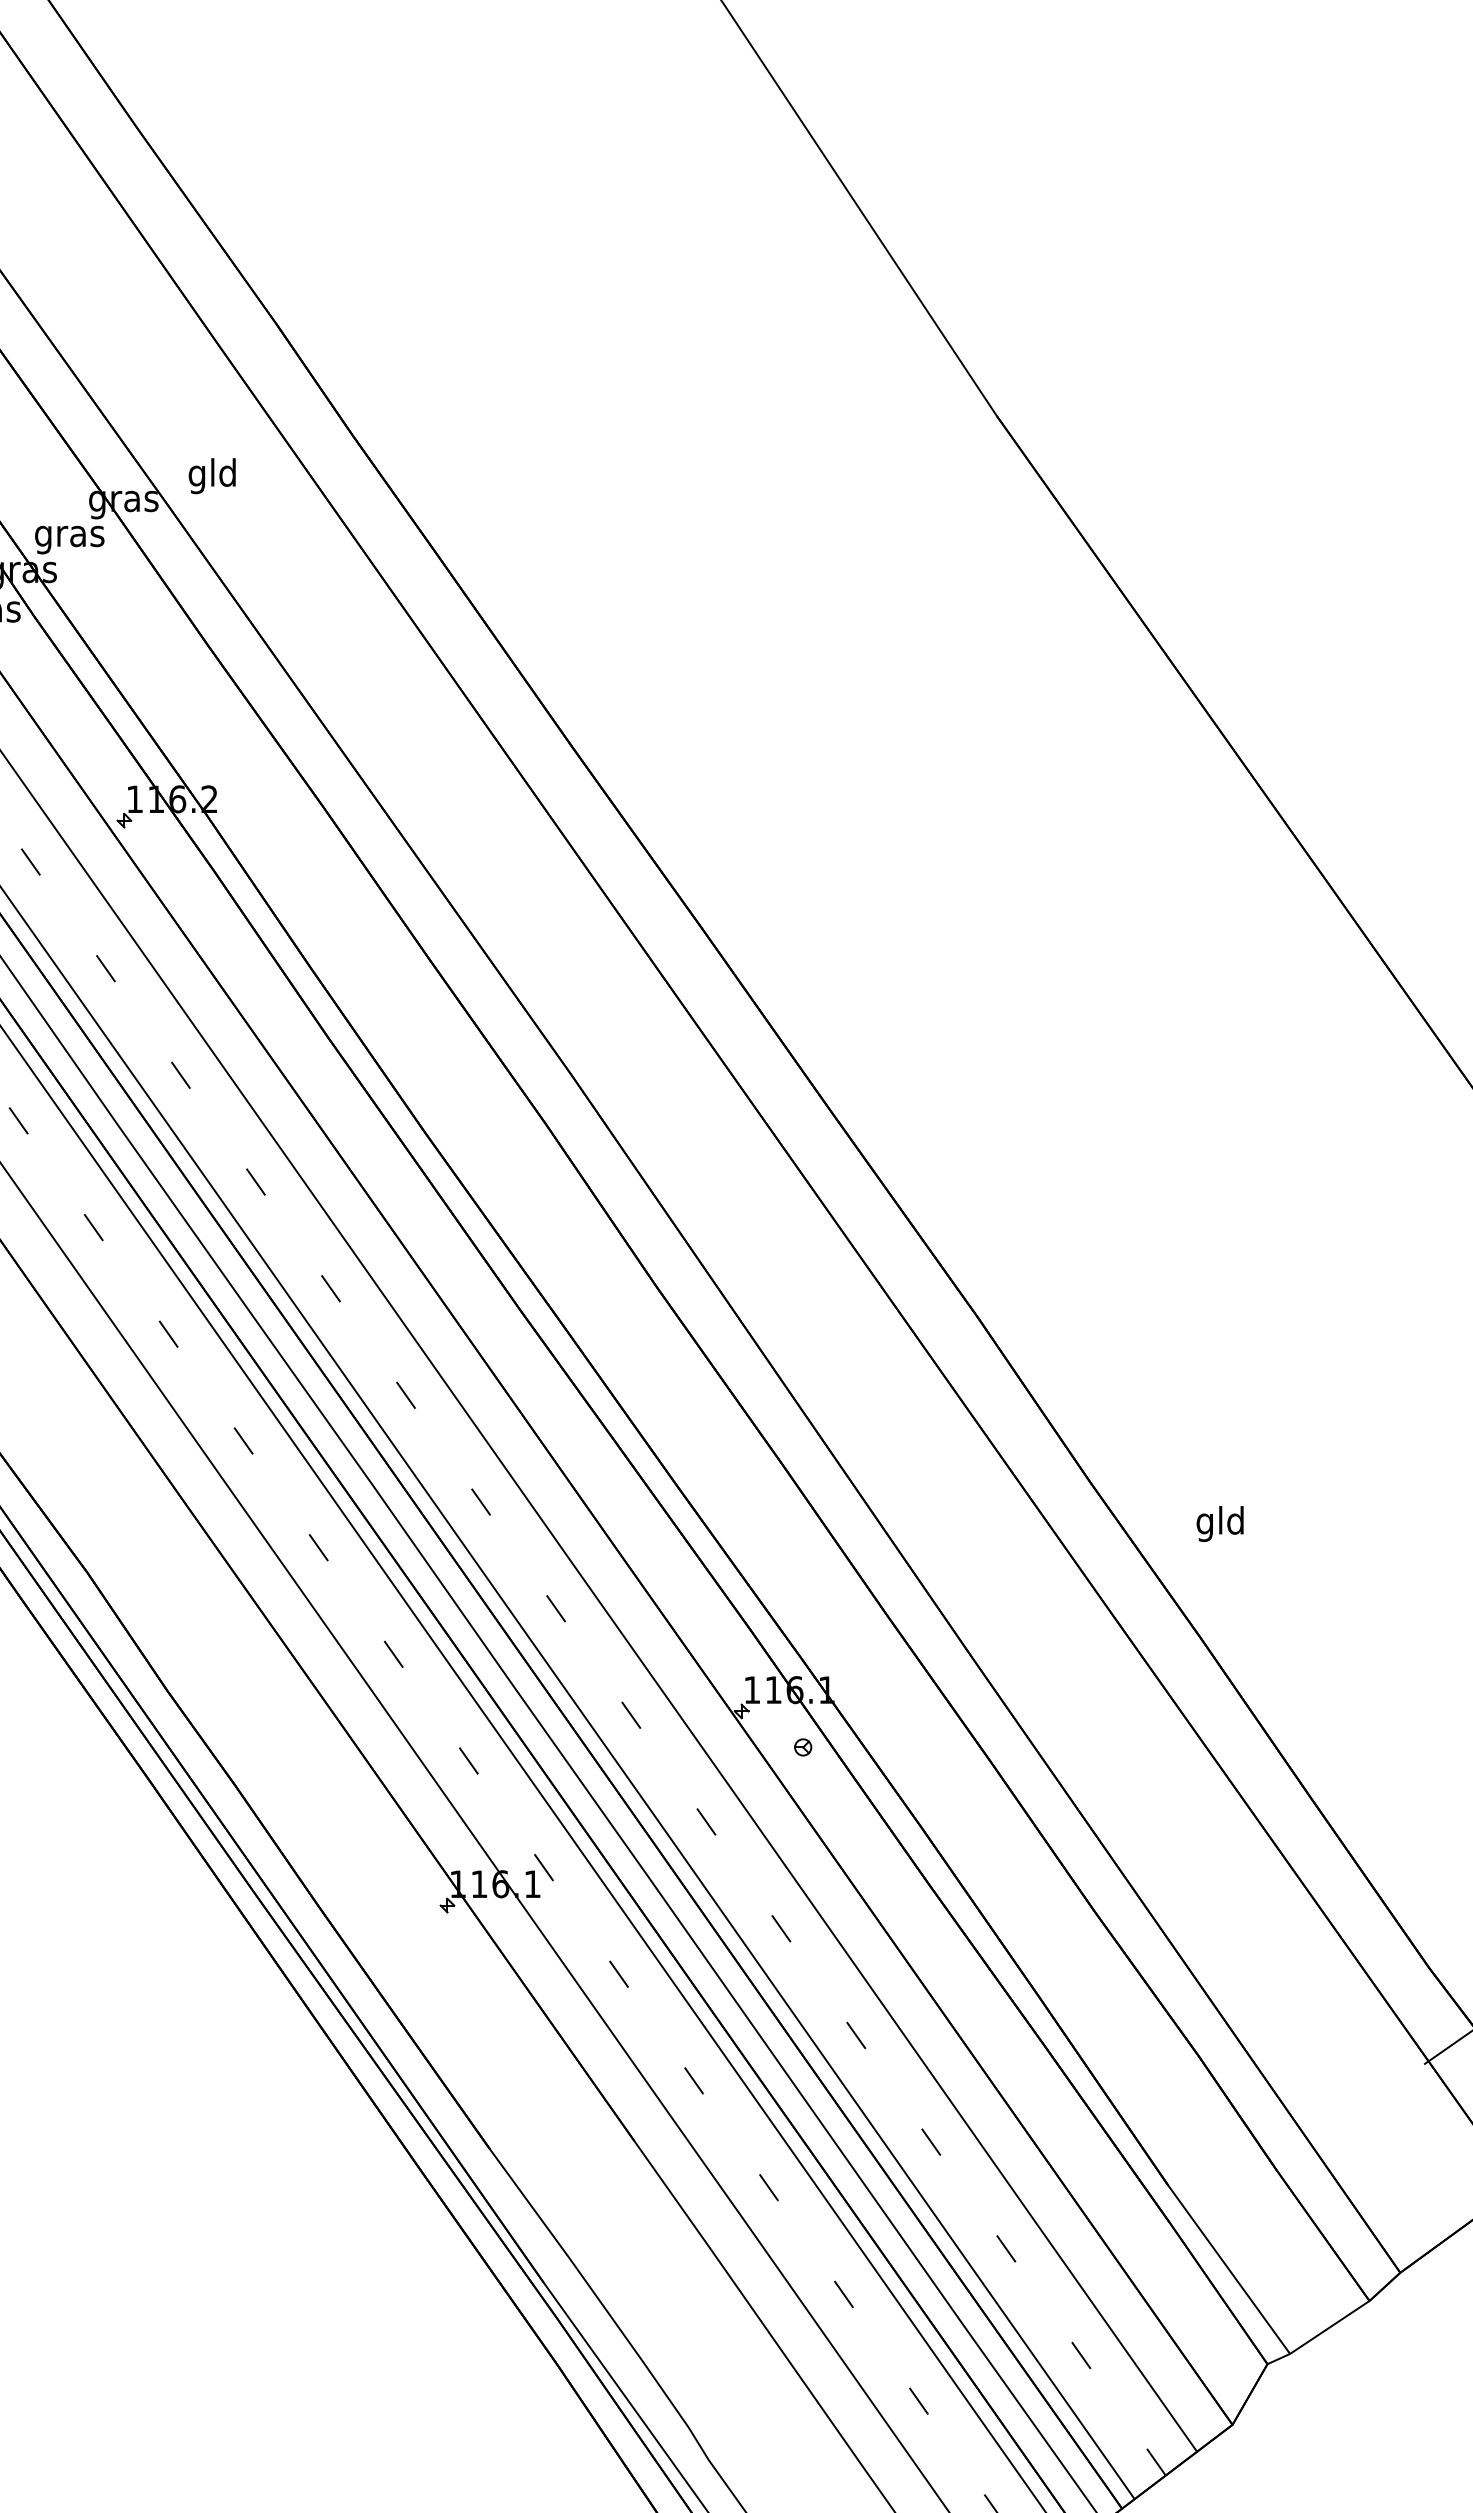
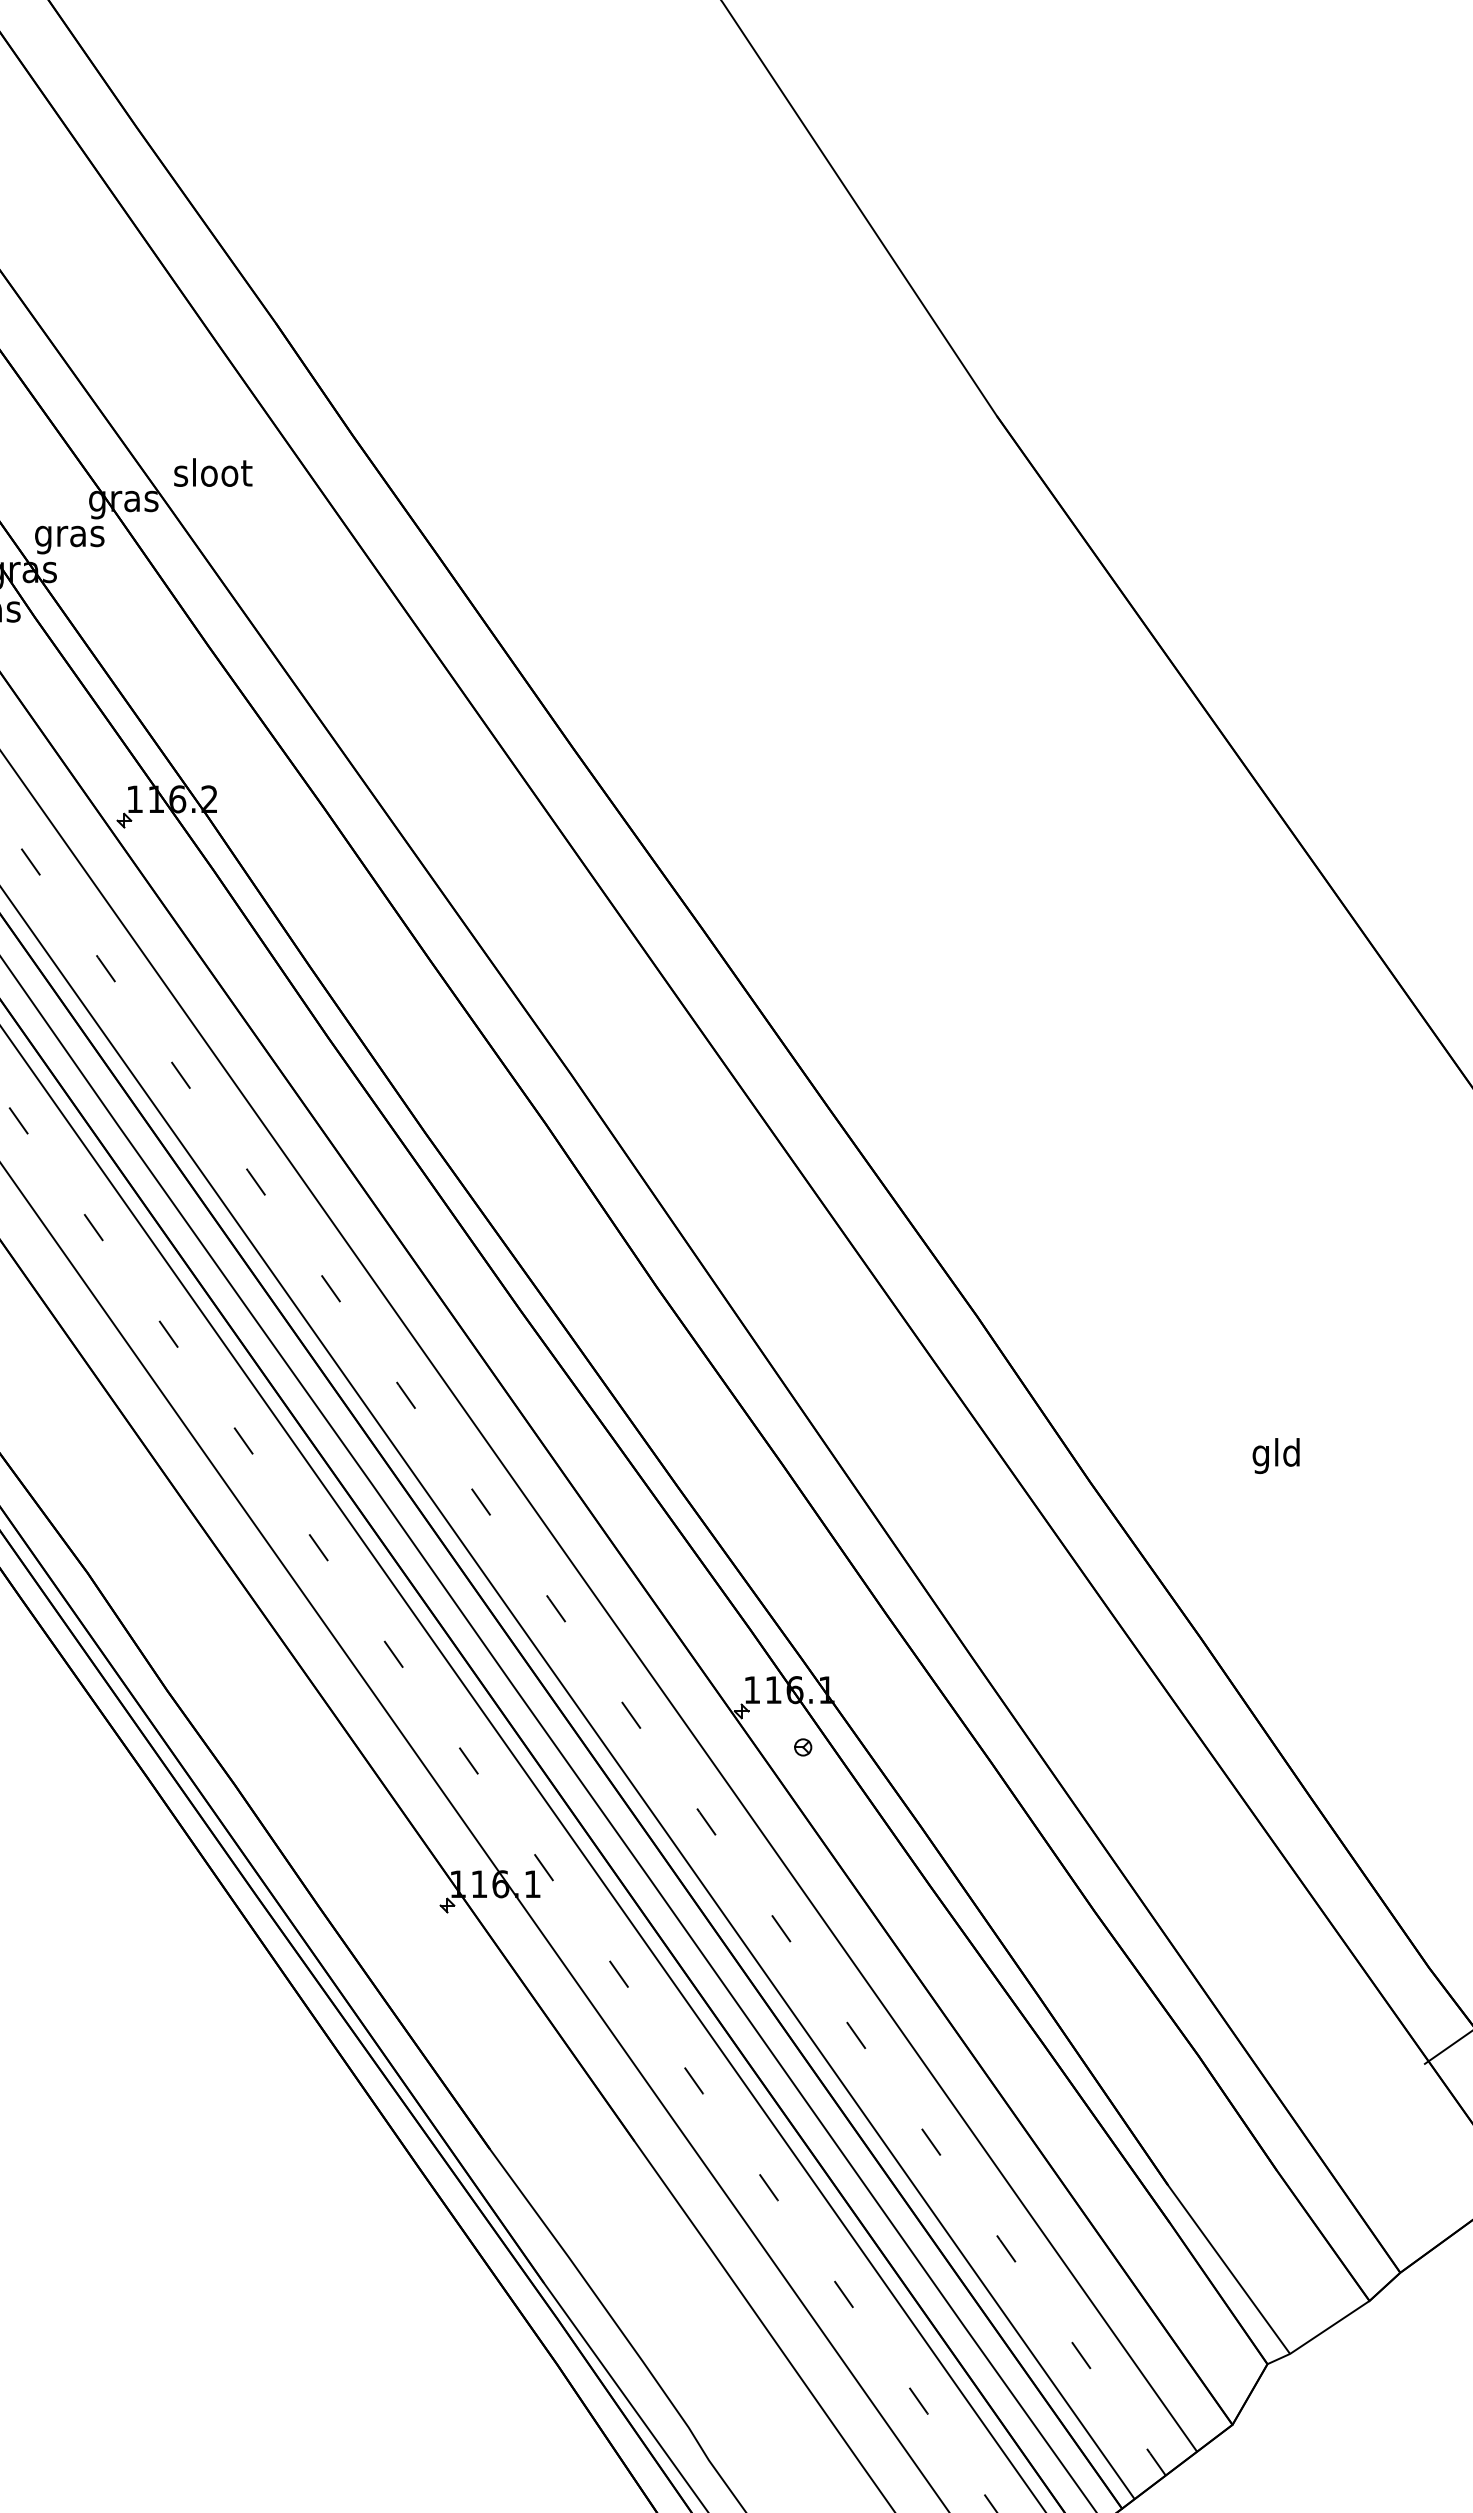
text at (213, 476): gld -> sloot
text at (1219, 1523) position: (1219, 1523) -> (1275, 1455)
